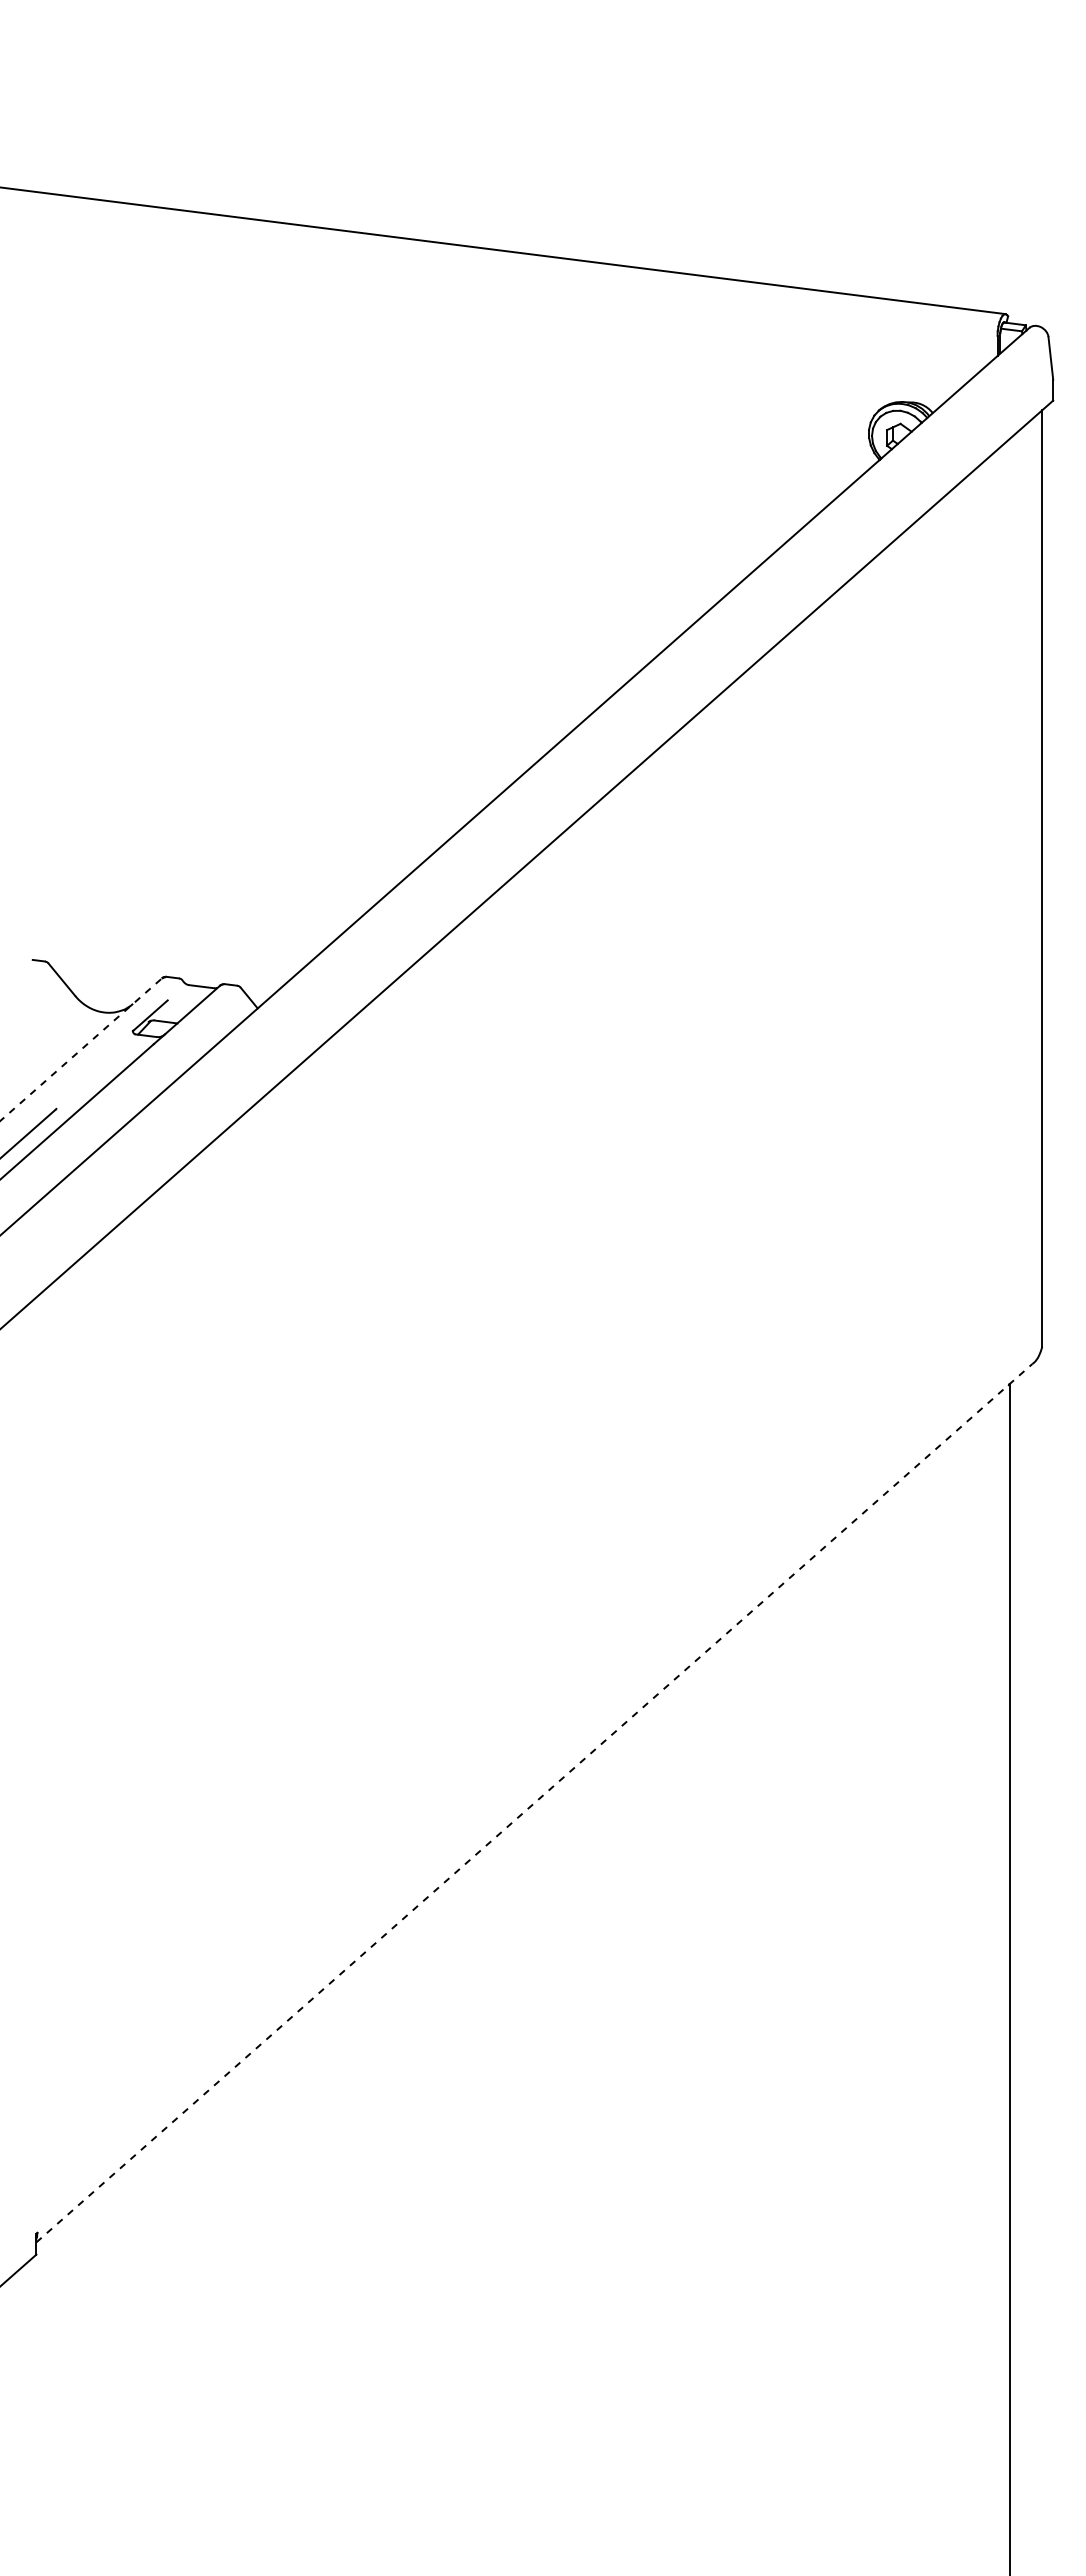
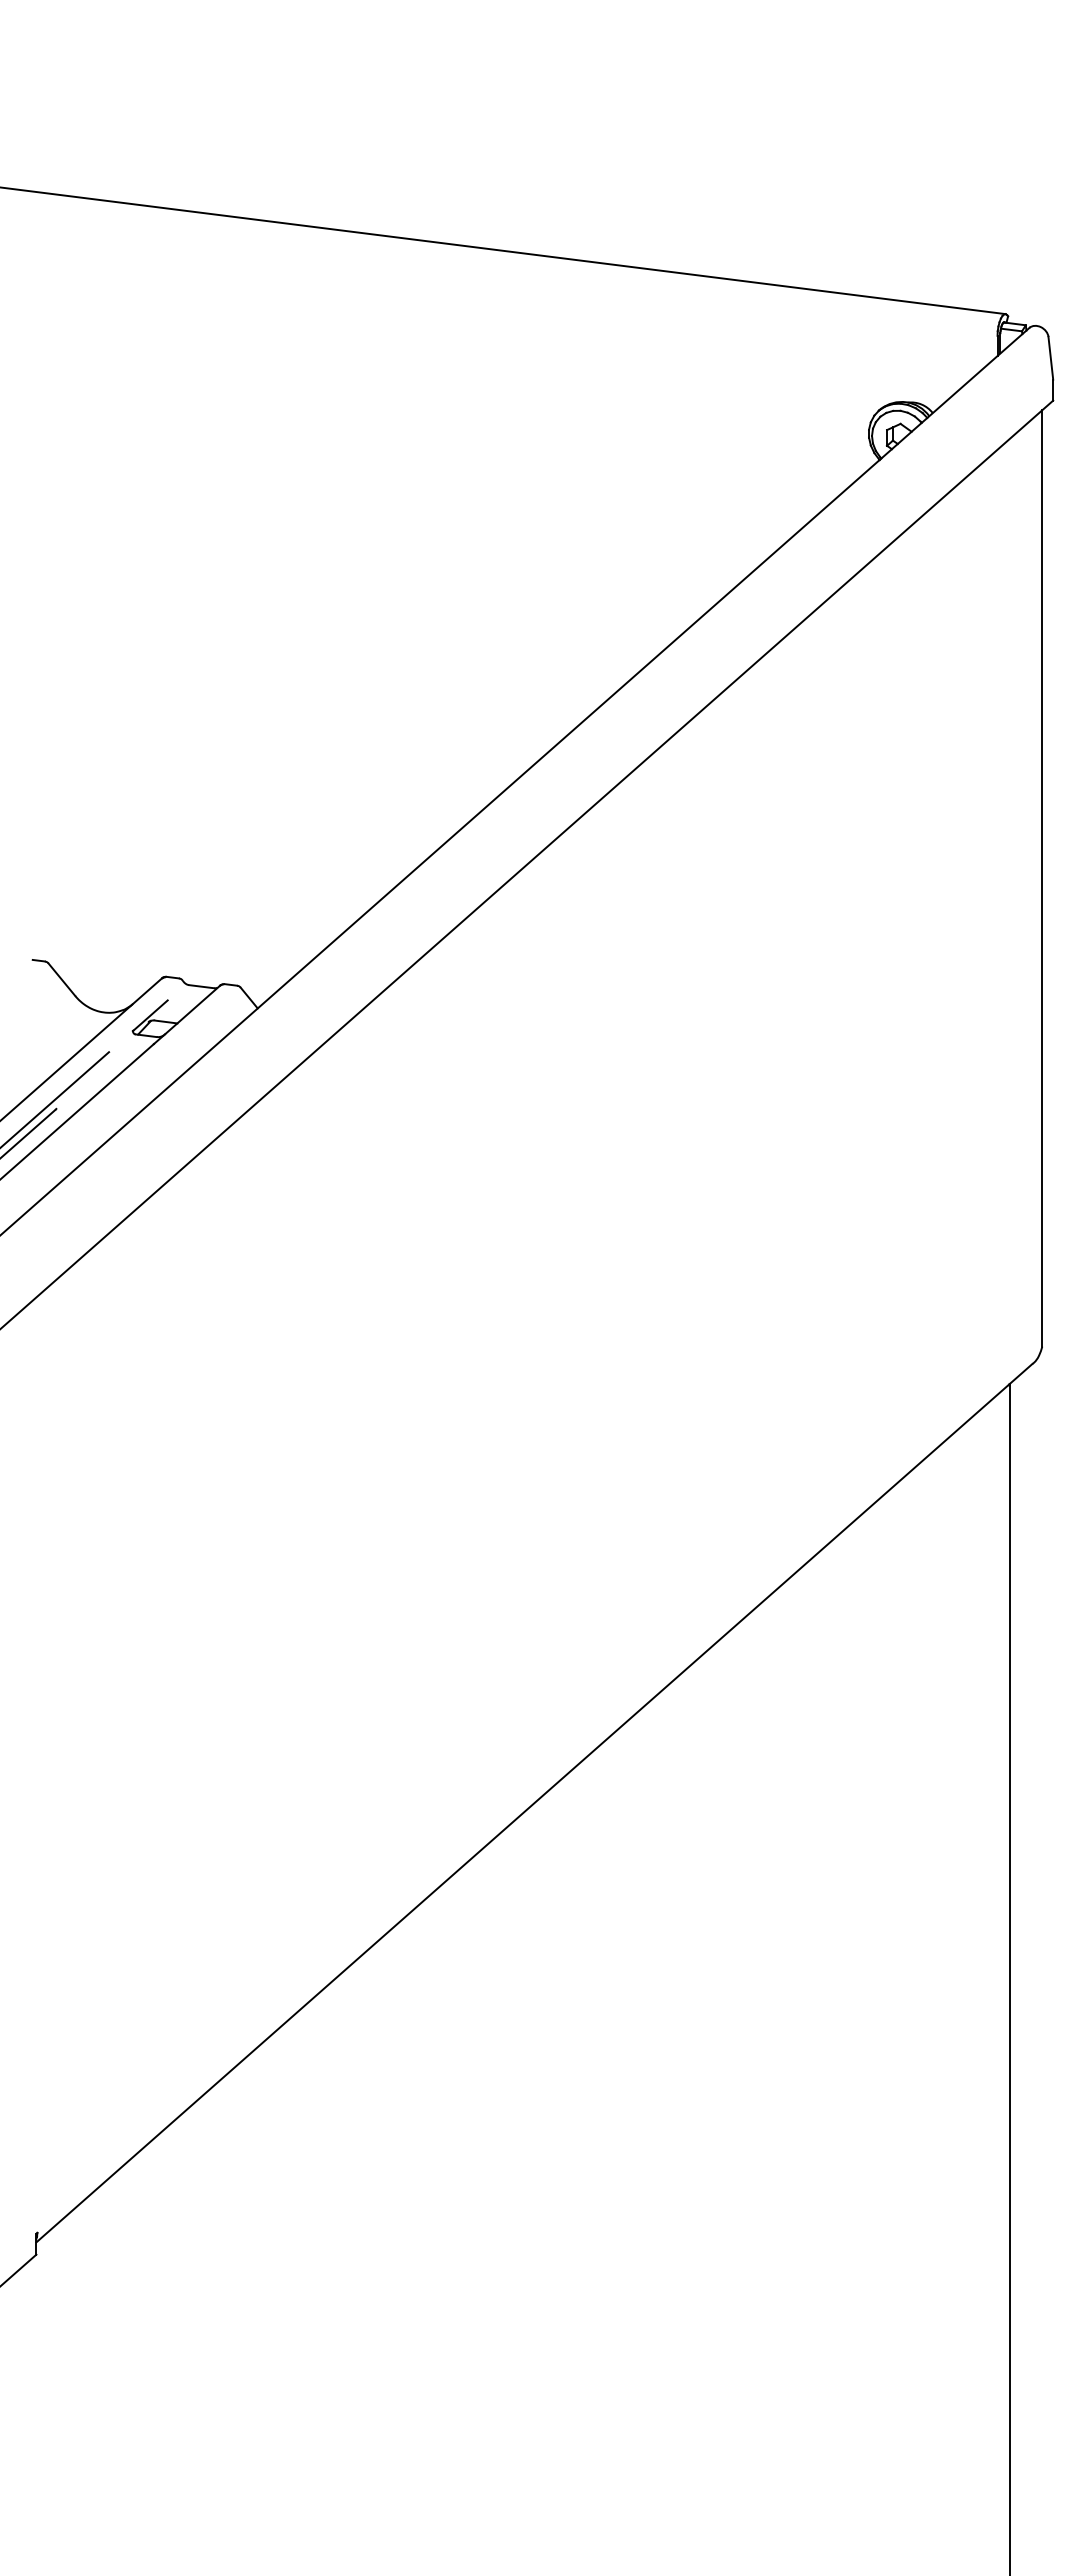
line at (81, 1049): dashed -> solid
line at (55, 1099): none -> present
line at (534, 1803): dashed -> solid
